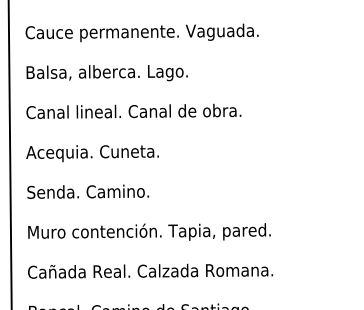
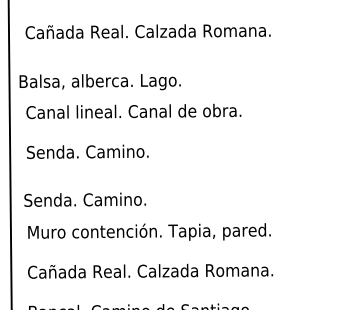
text at (158, 32): Cauce permanente. Vaguada. -> Cañada Real. Calzada Romana.
text at (106, 73) position: (106, 73) -> (99, 82)
text at (92, 153): Acequia. Cuneta. -> Senda. Camino.
text at (87, 191) position: (87, 191) -> (84, 199)
